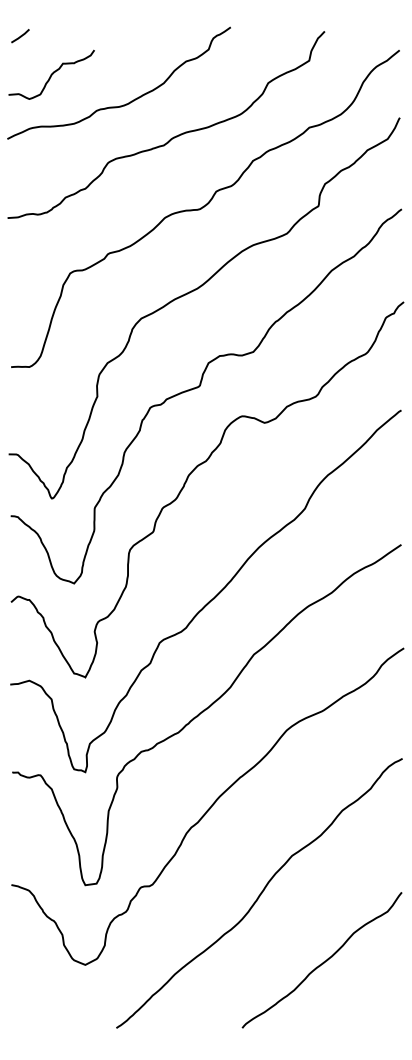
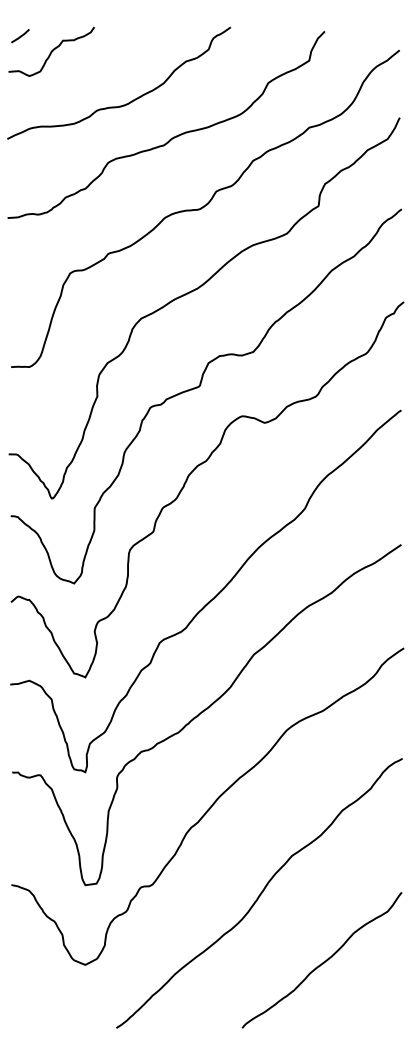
curve at (51, 74) position: (51, 74) -> (51, 51)
